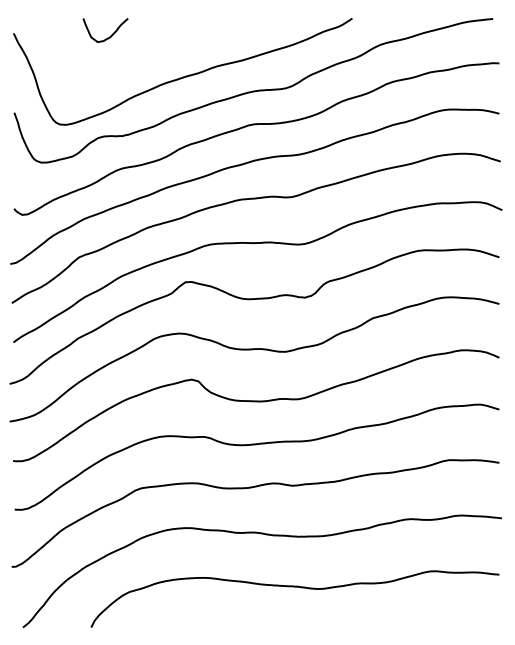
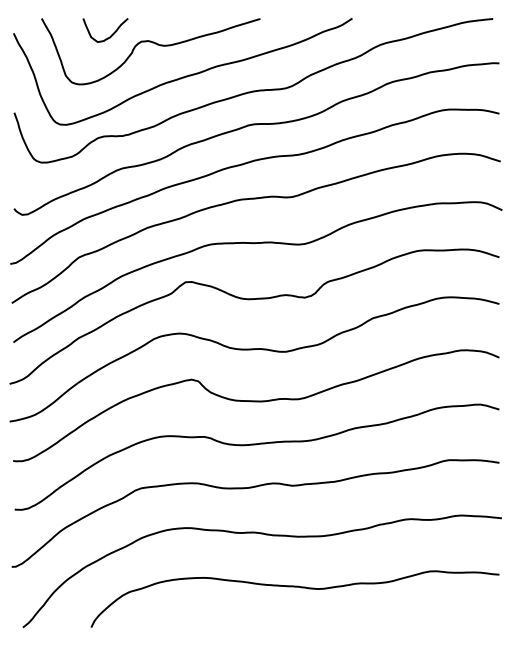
curve at (152, 43): none -> present
